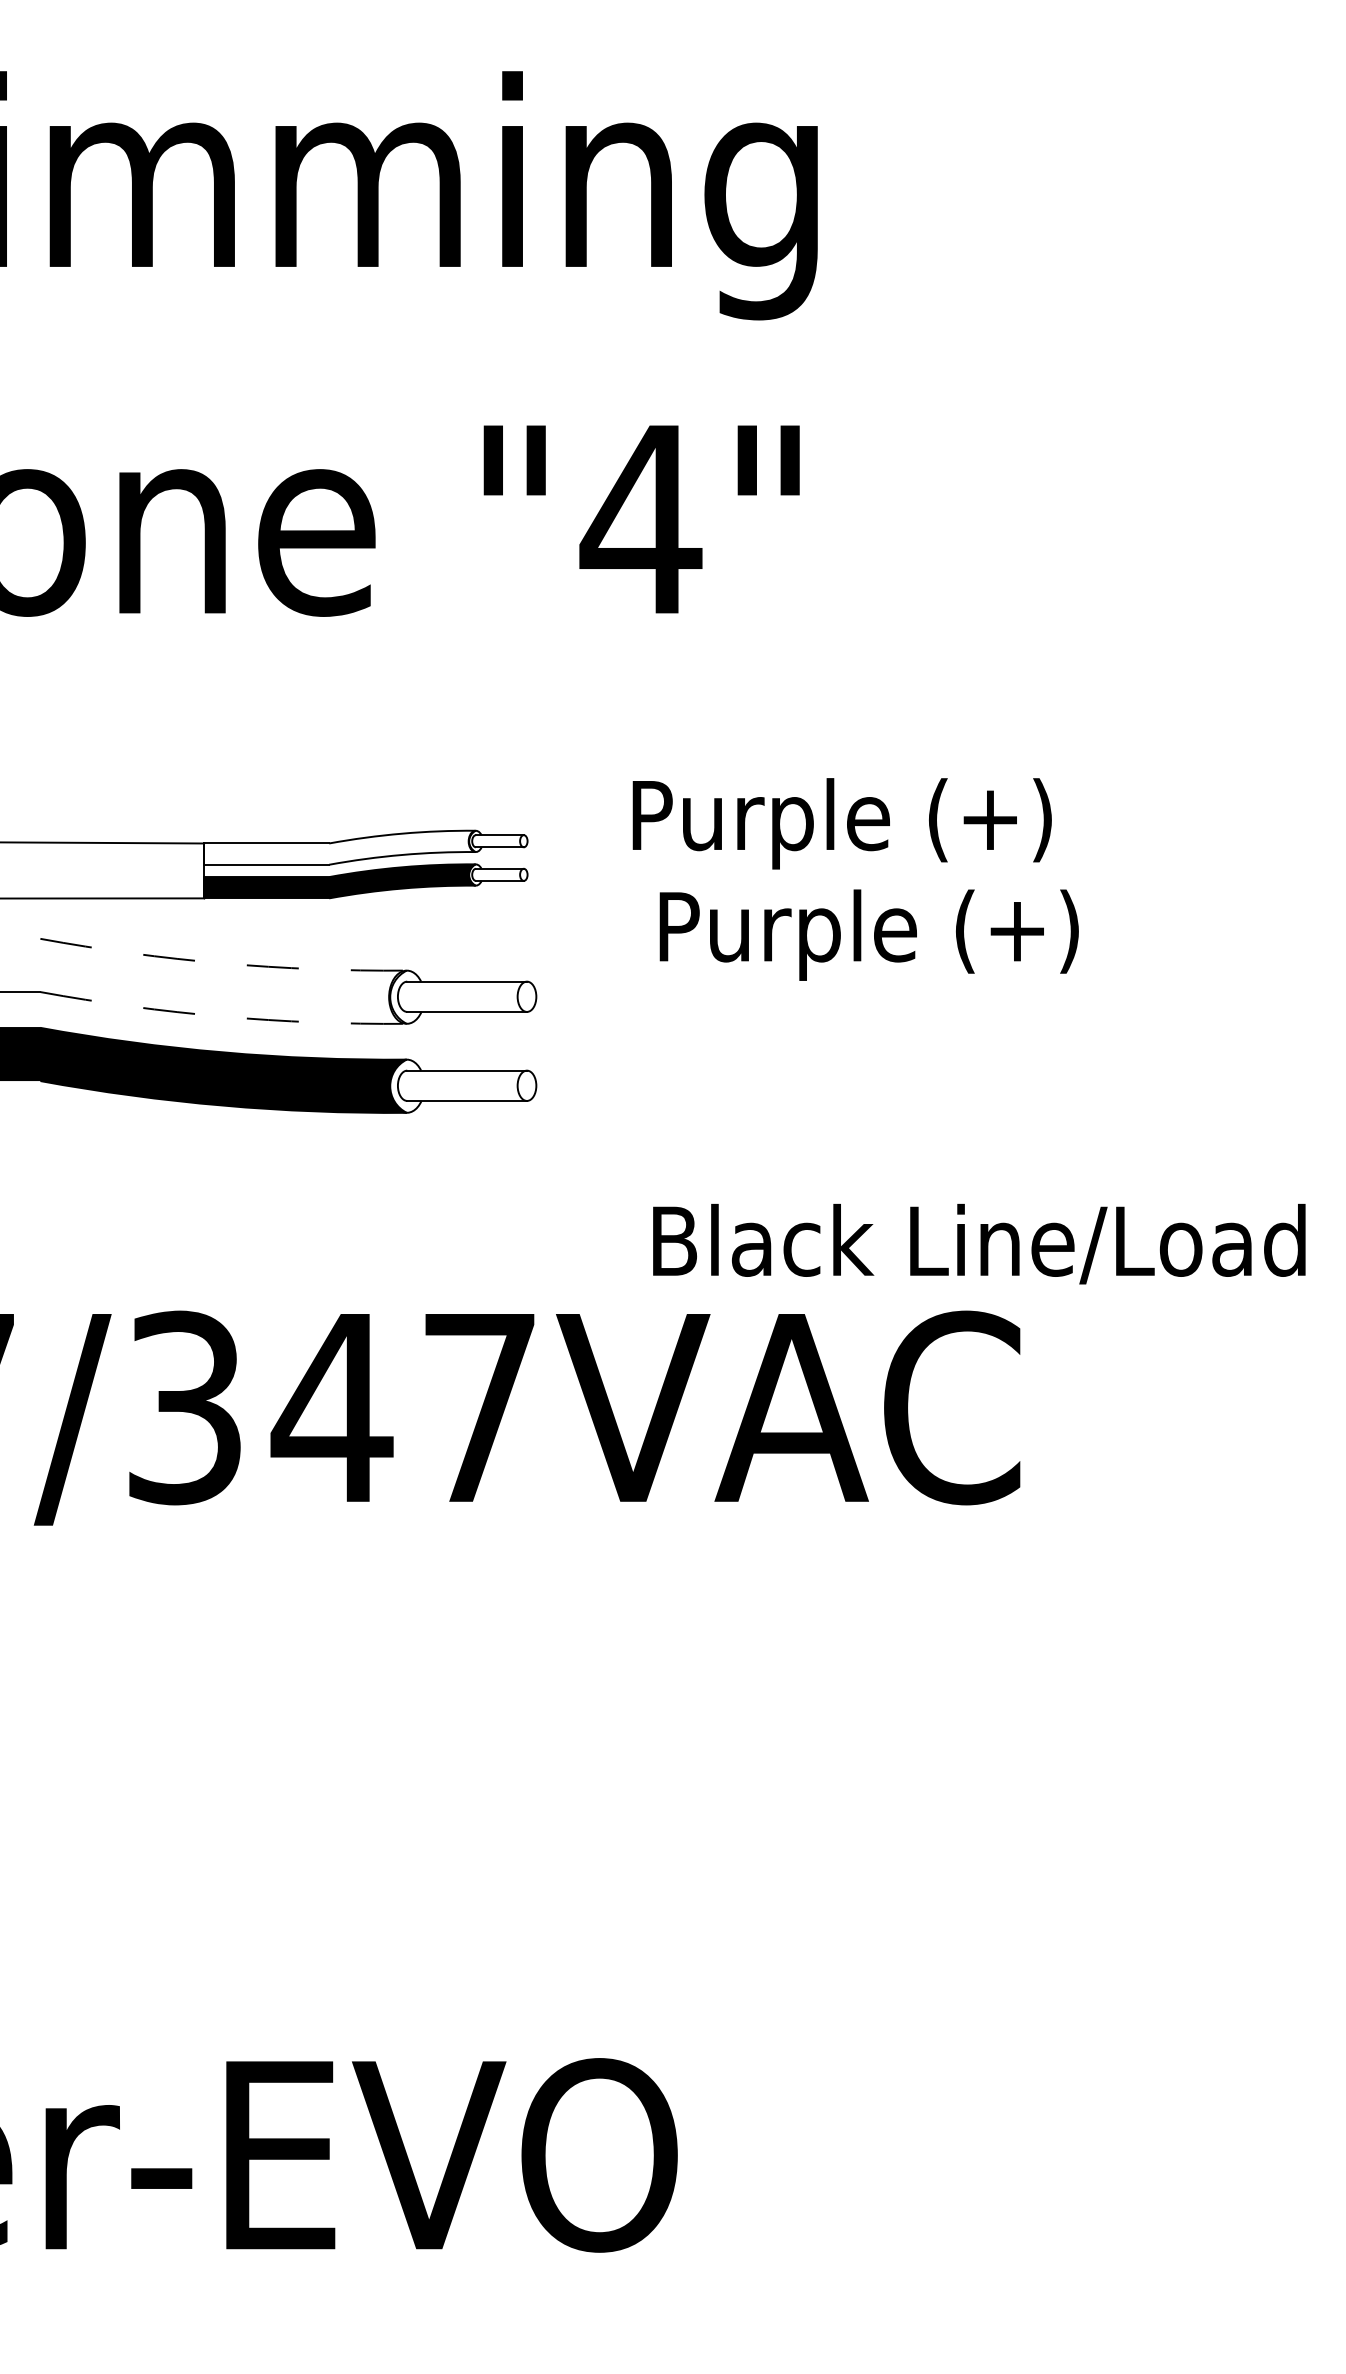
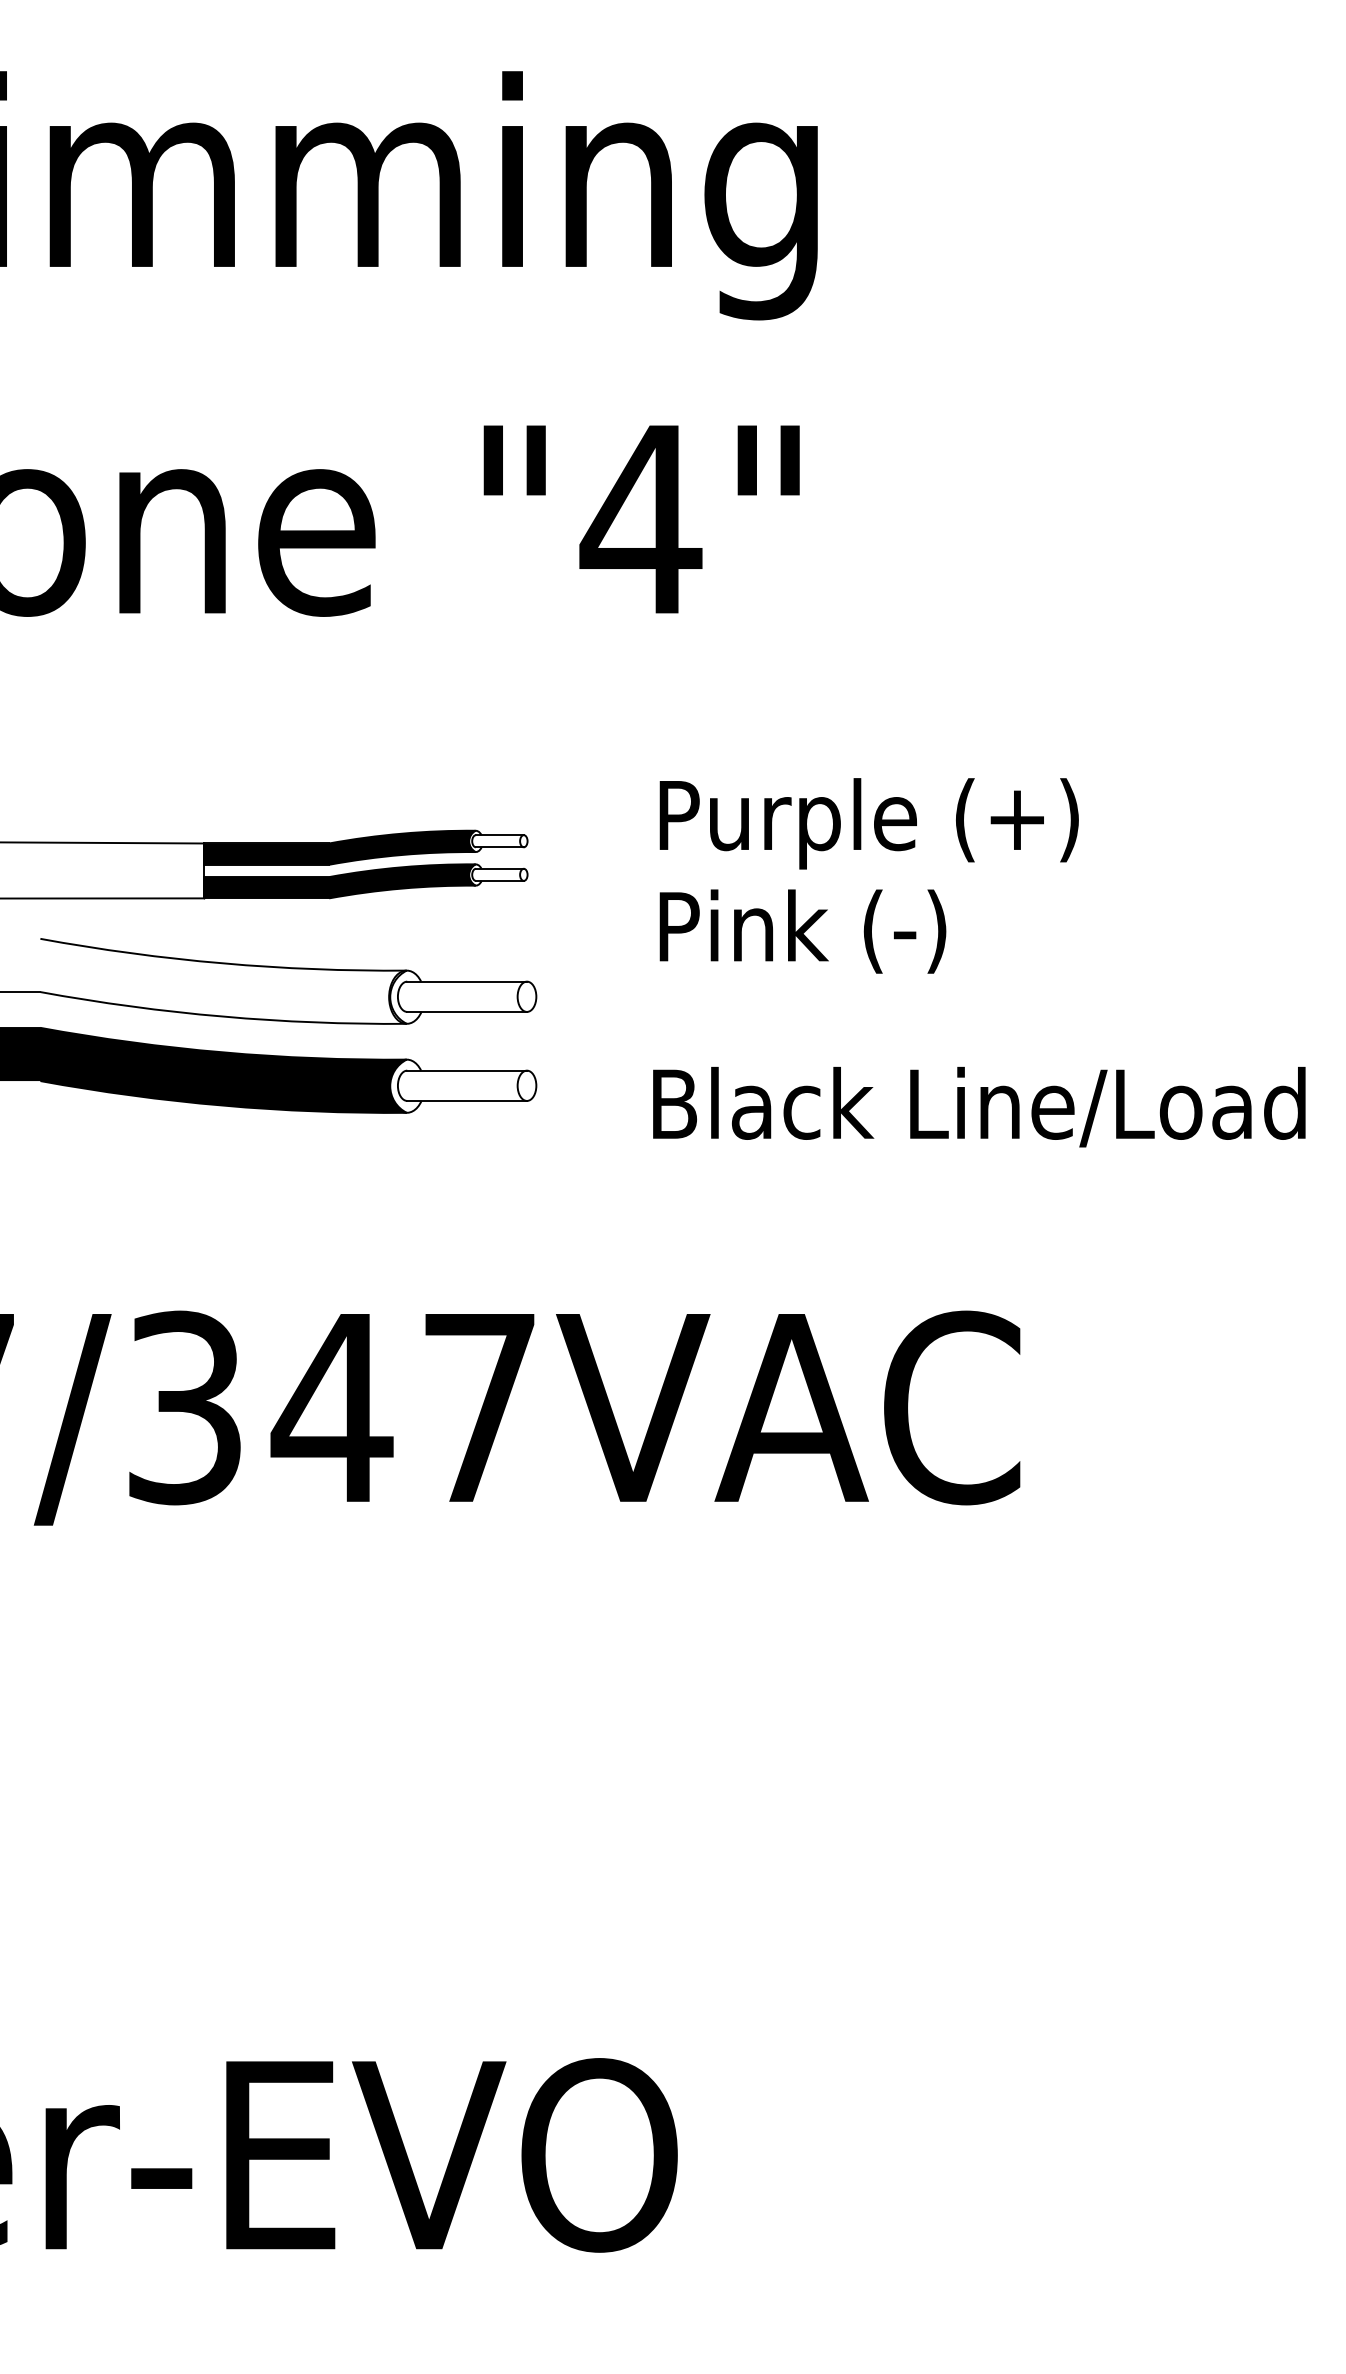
text at (841, 823) position: (841, 823) -> (868, 823)
fill at (339, 847): none -> present
text at (894, 934): Purple (+) -> Pink (-)
arc at (222, 963): dashed -> solid
arc at (222, 1016): dashed -> solid
text at (979, 1244) position: (979, 1244) -> (979, 1107)
